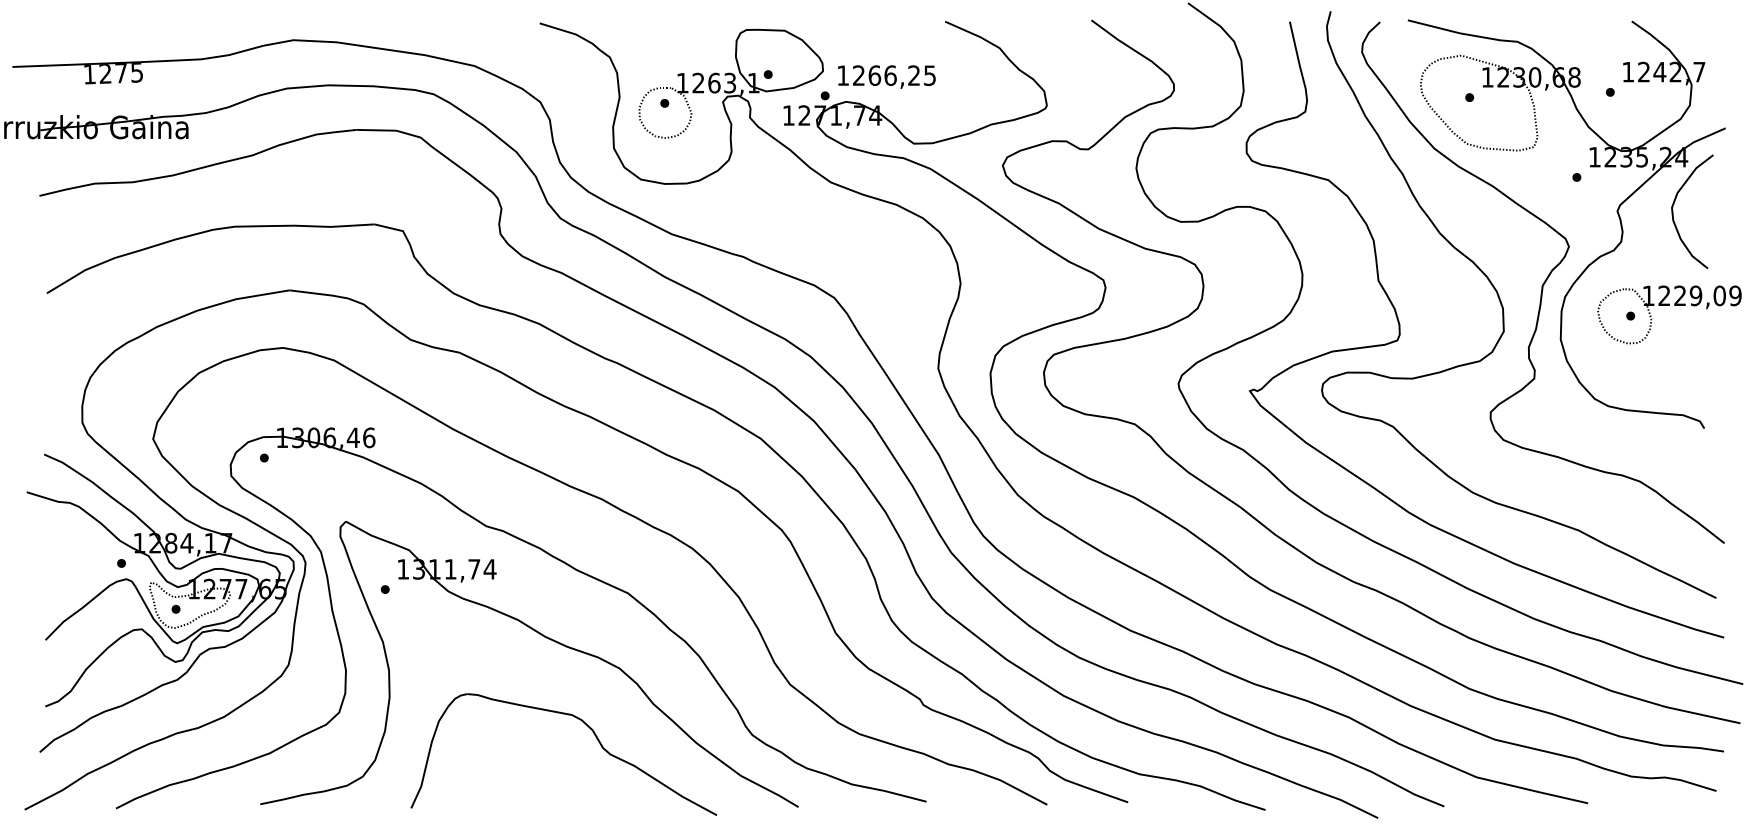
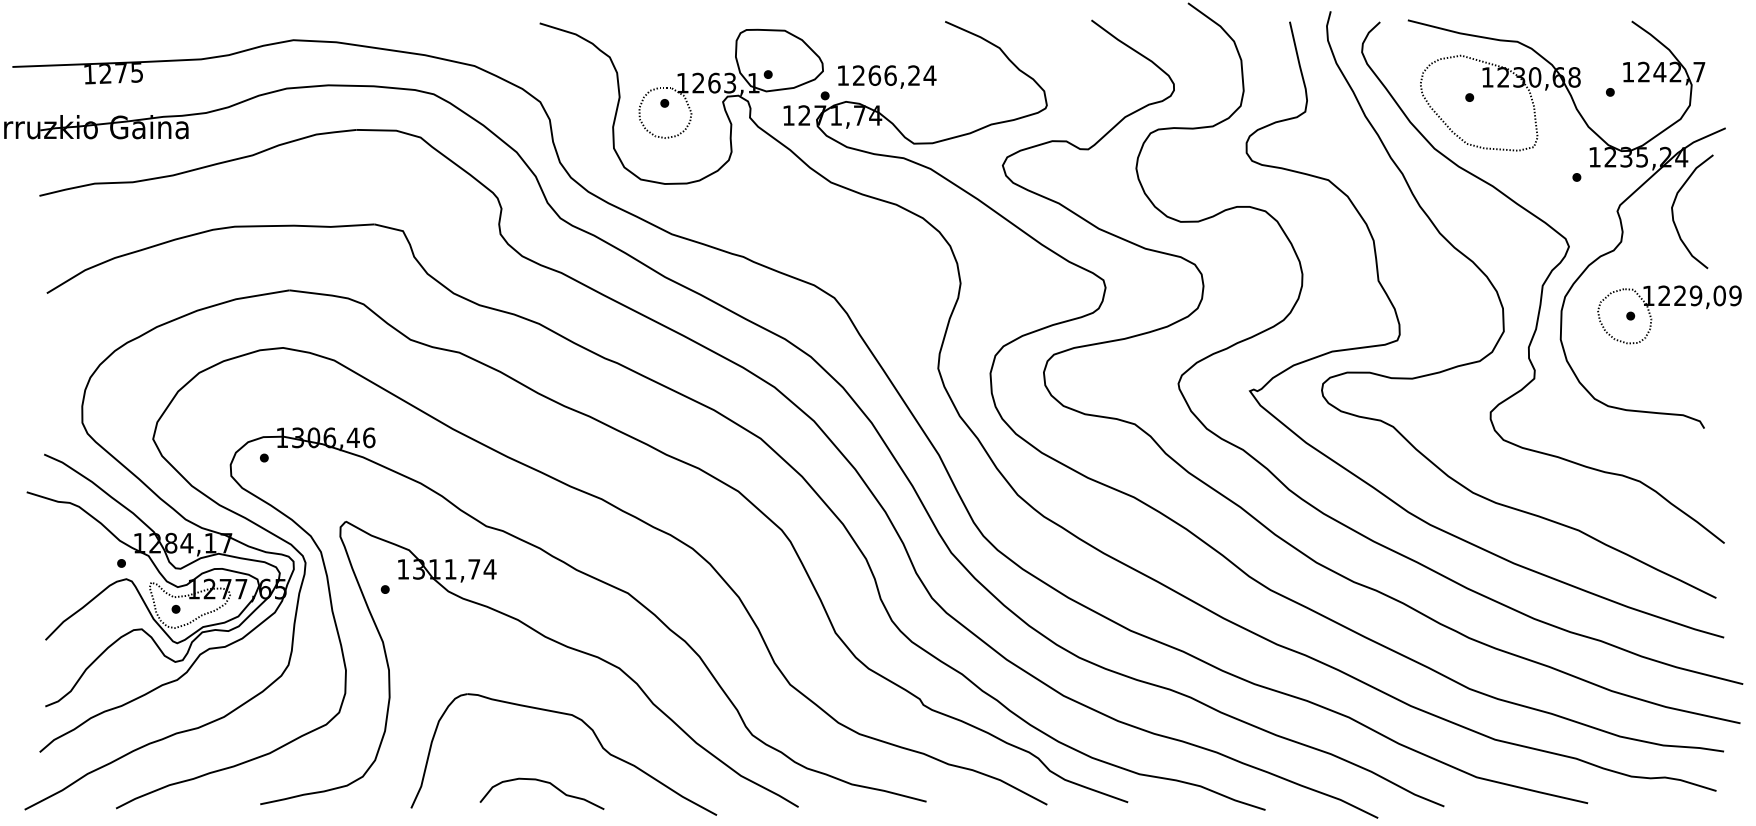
text at (929, 75): 1266,25 -> 1266,24
curve at (542, 782): none -> present
